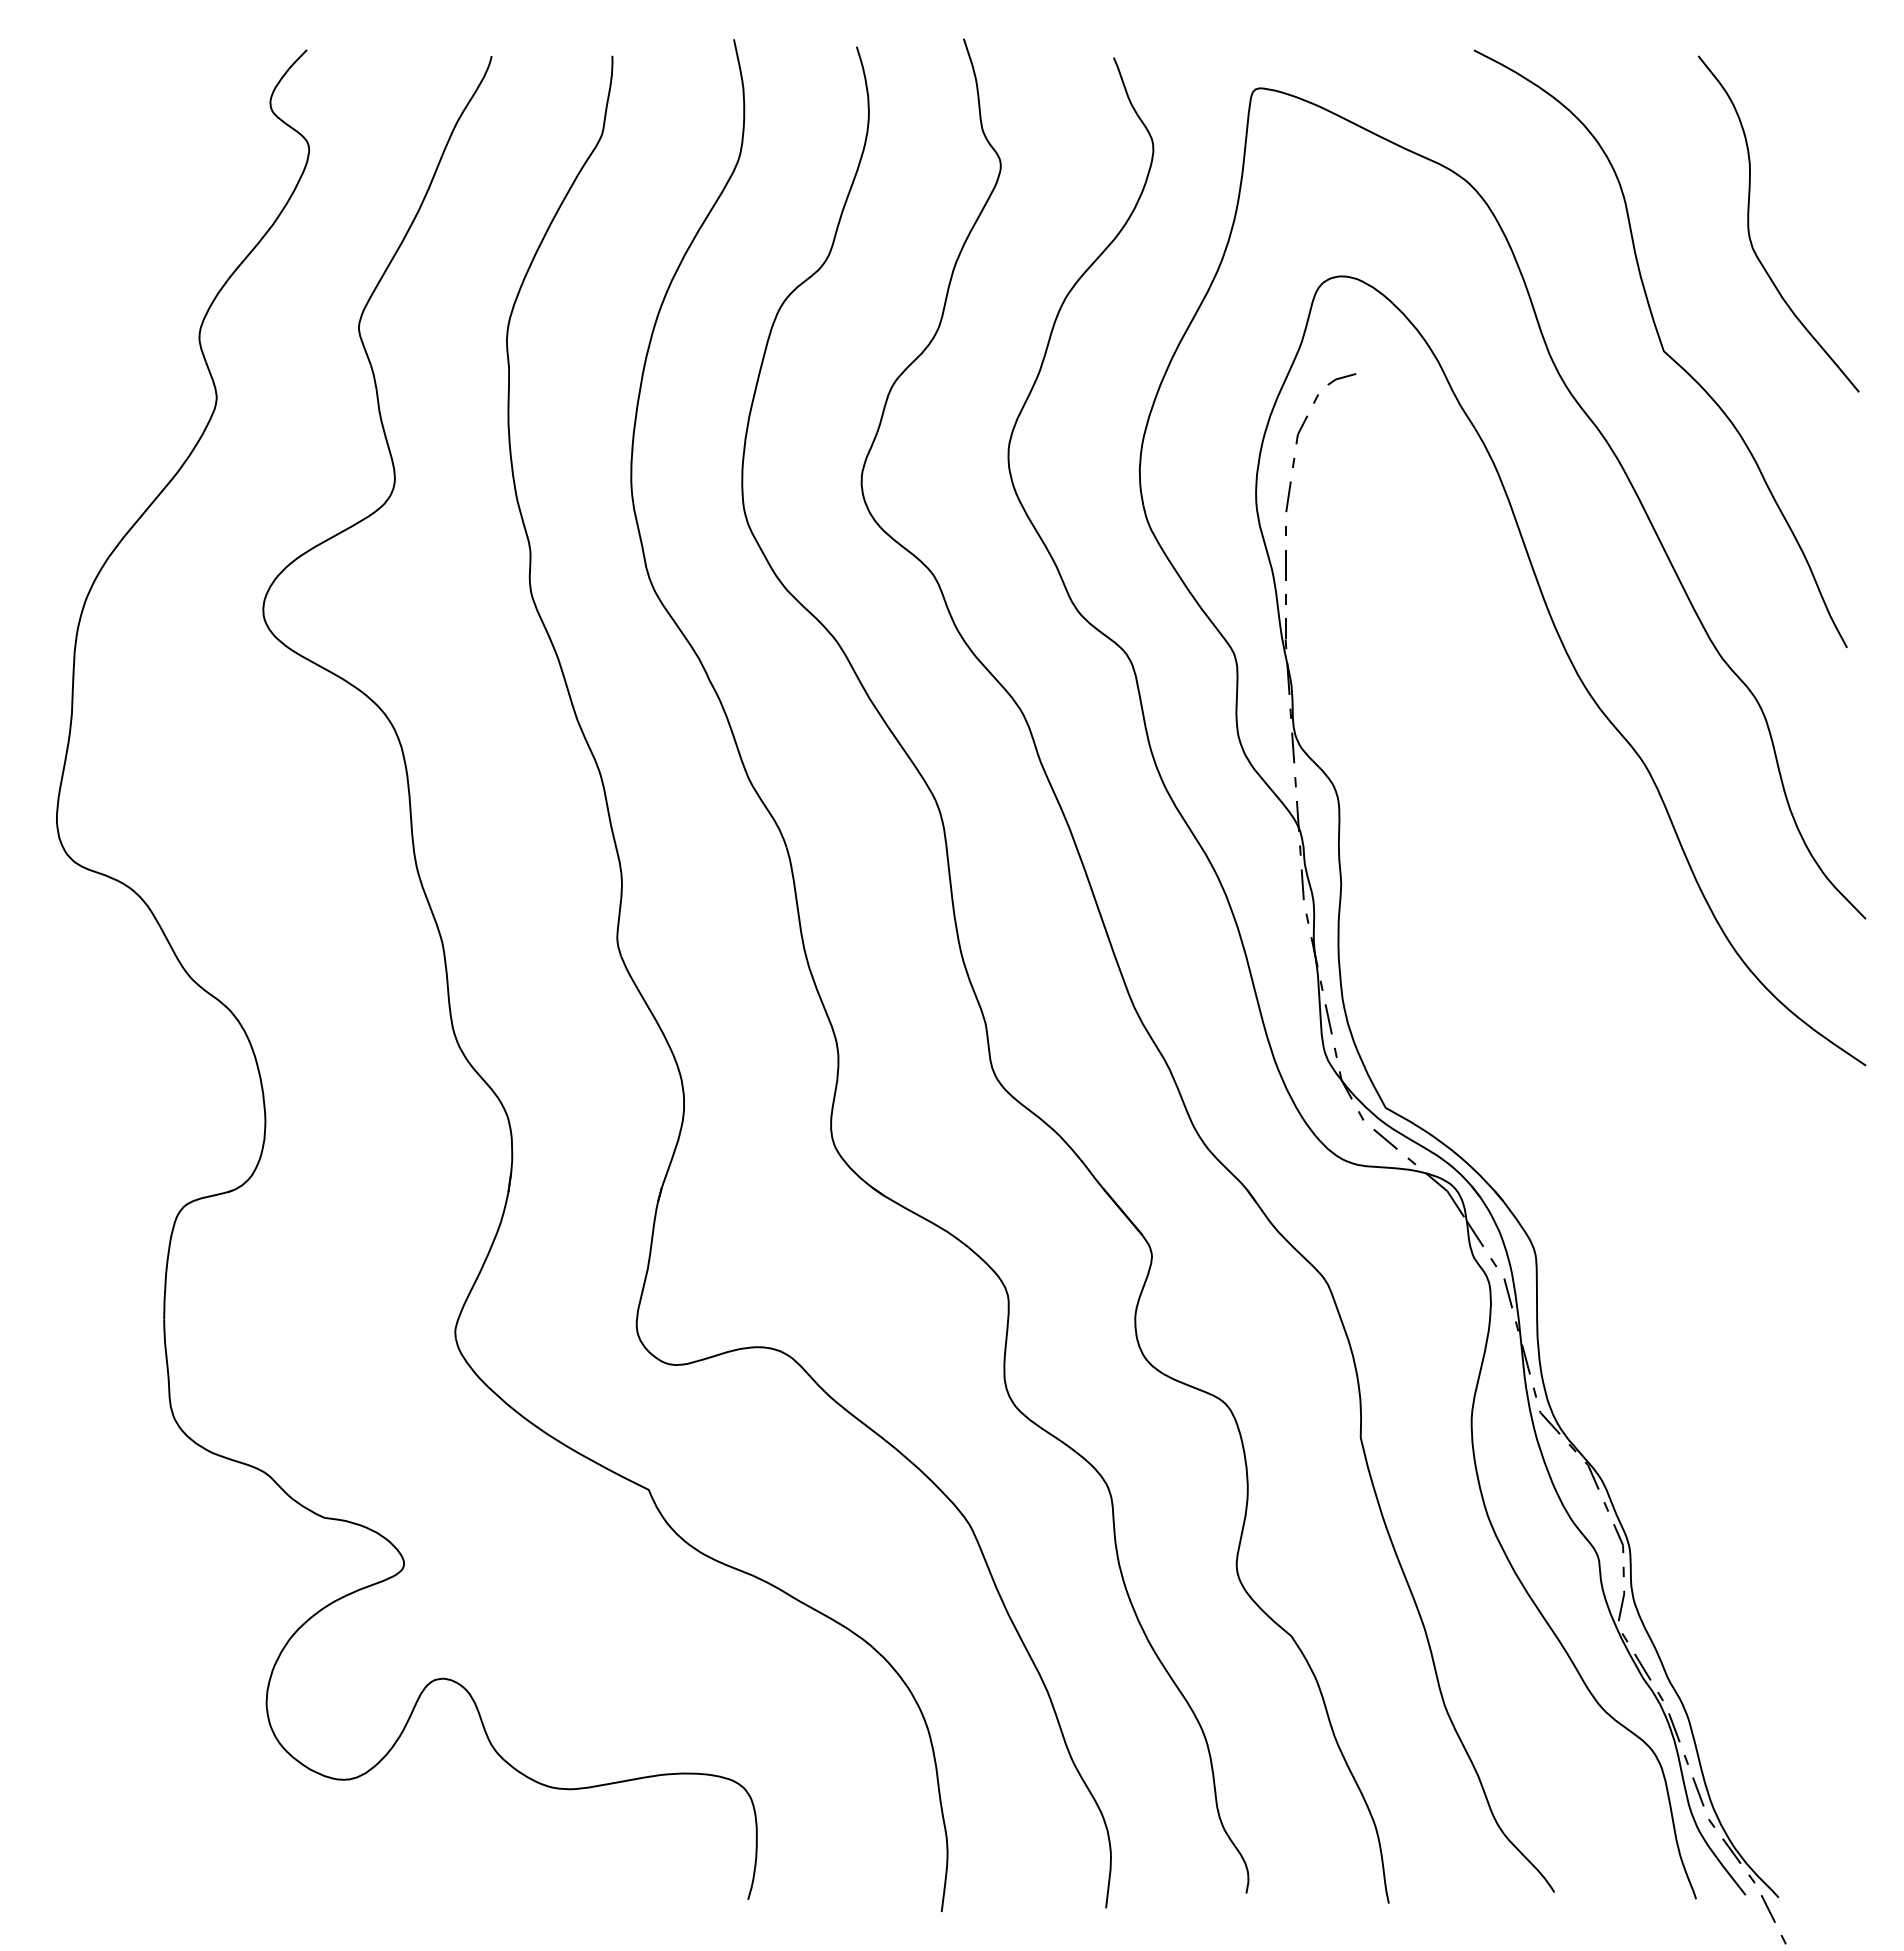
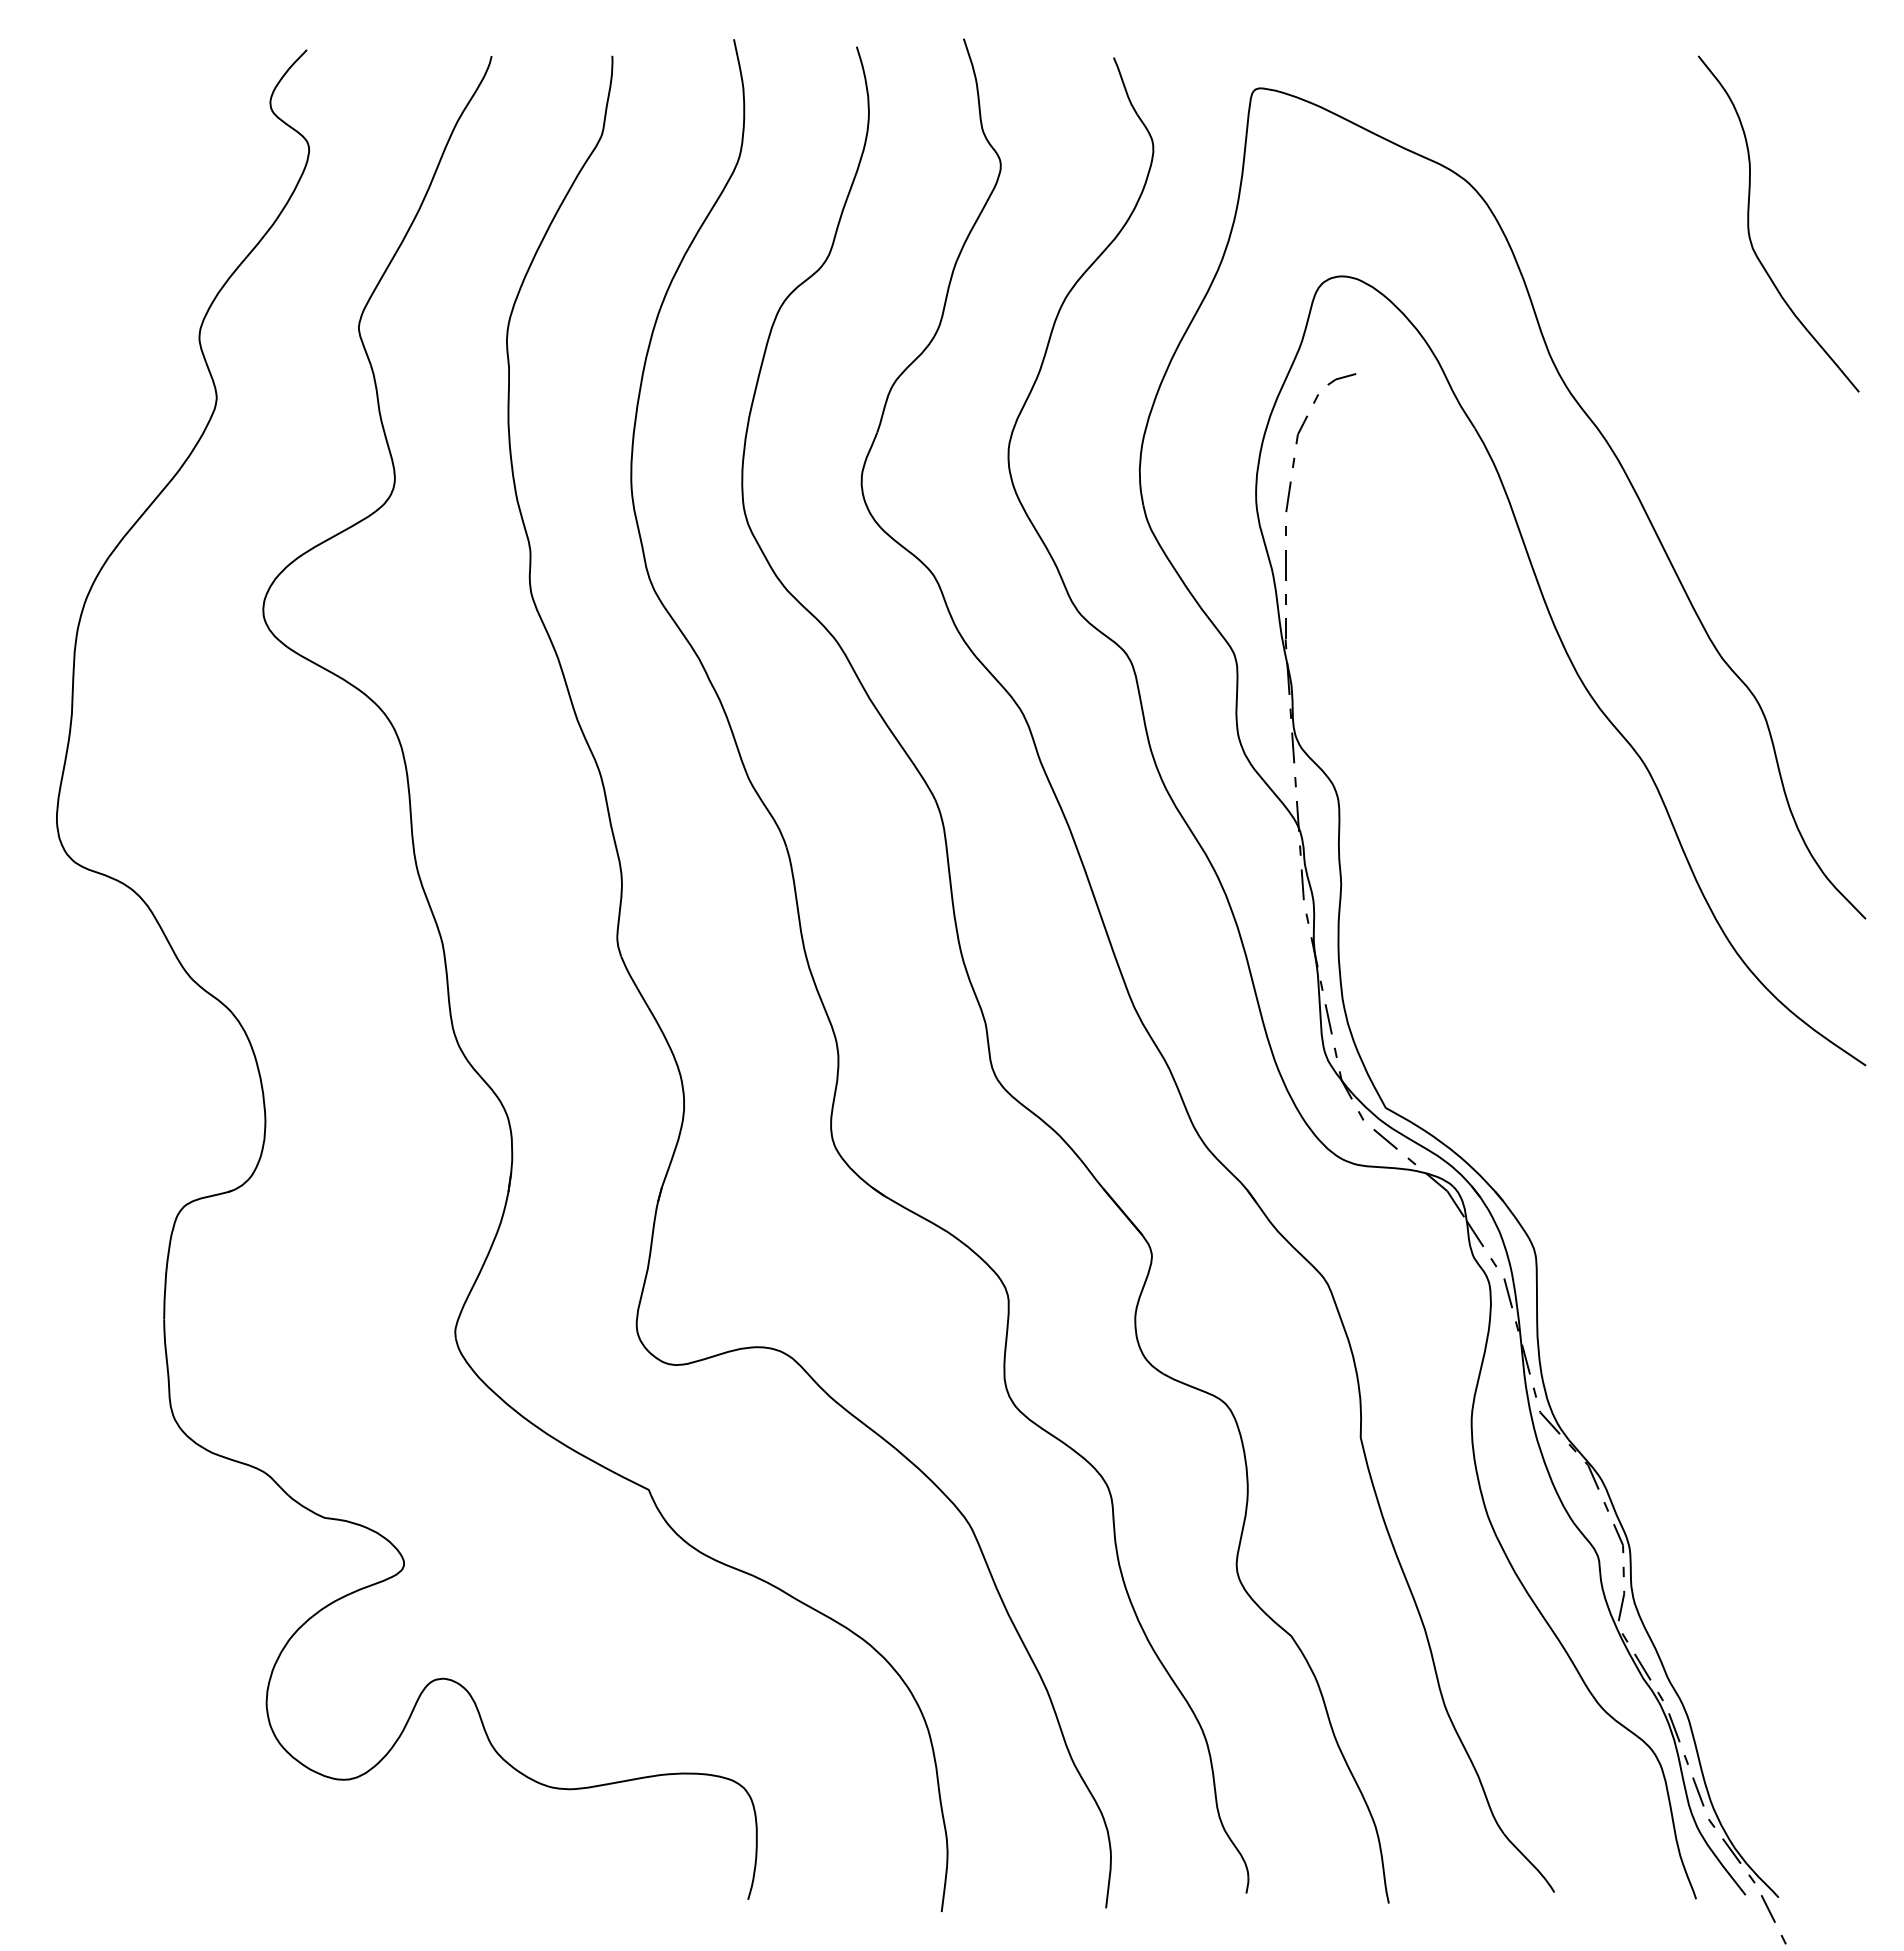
curve at (1661, 347): present -> none
